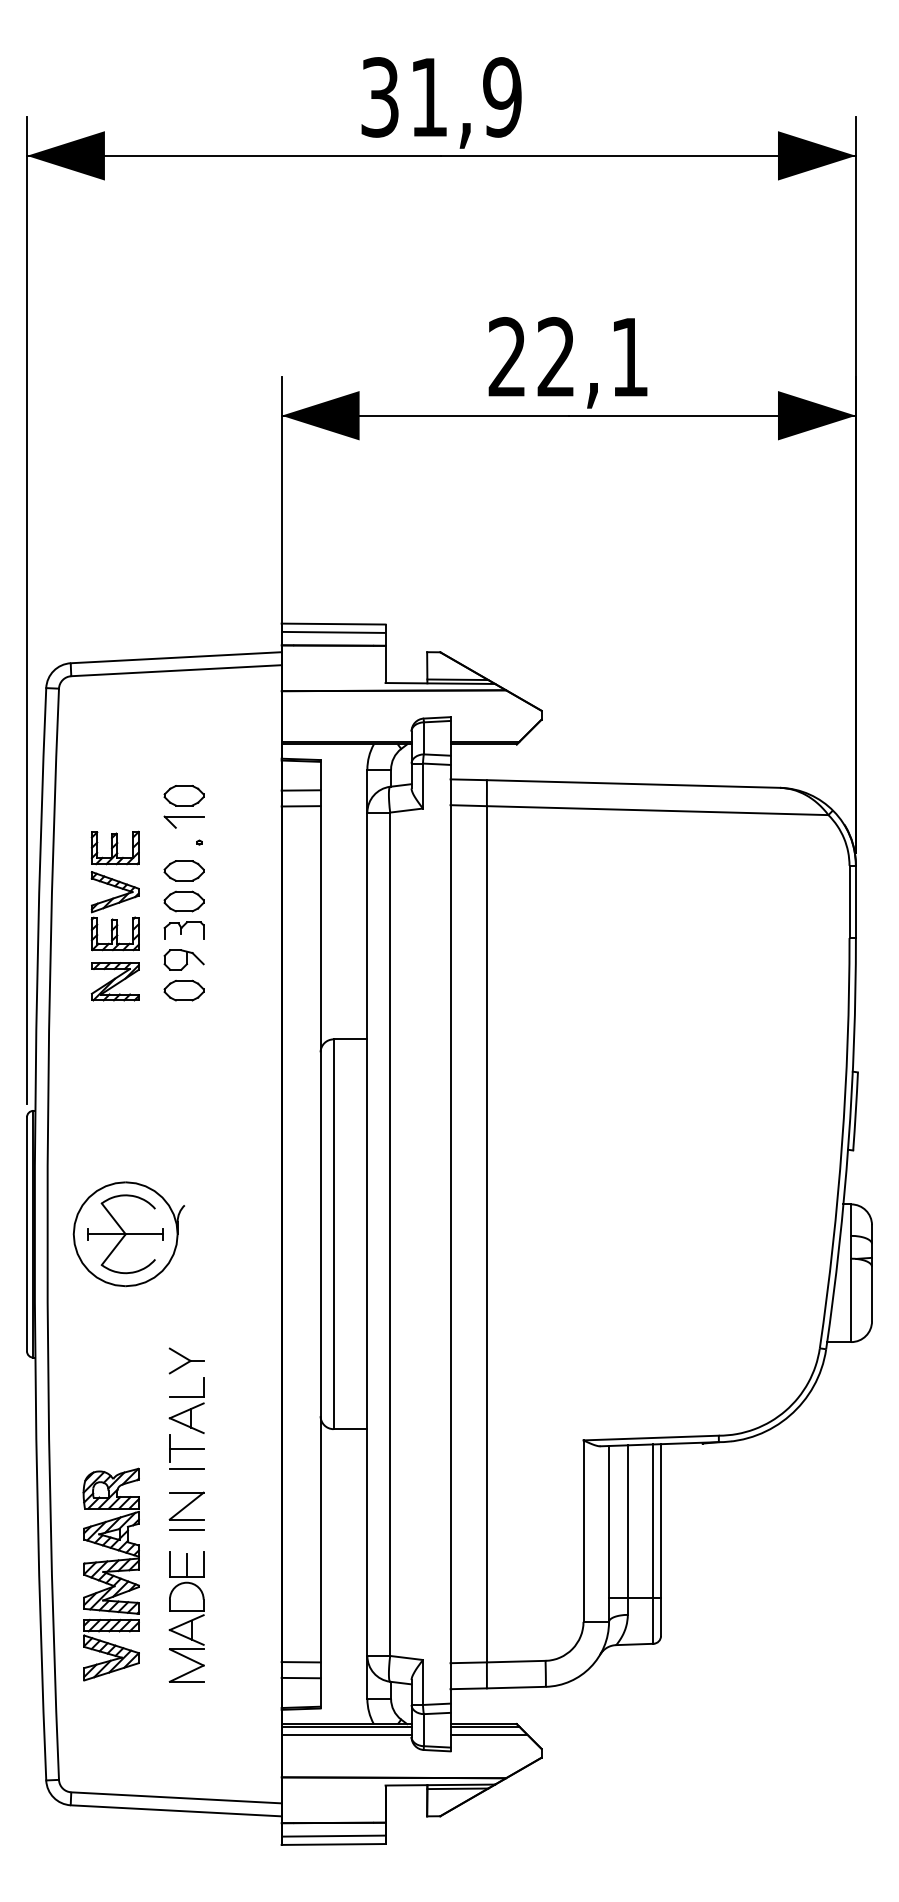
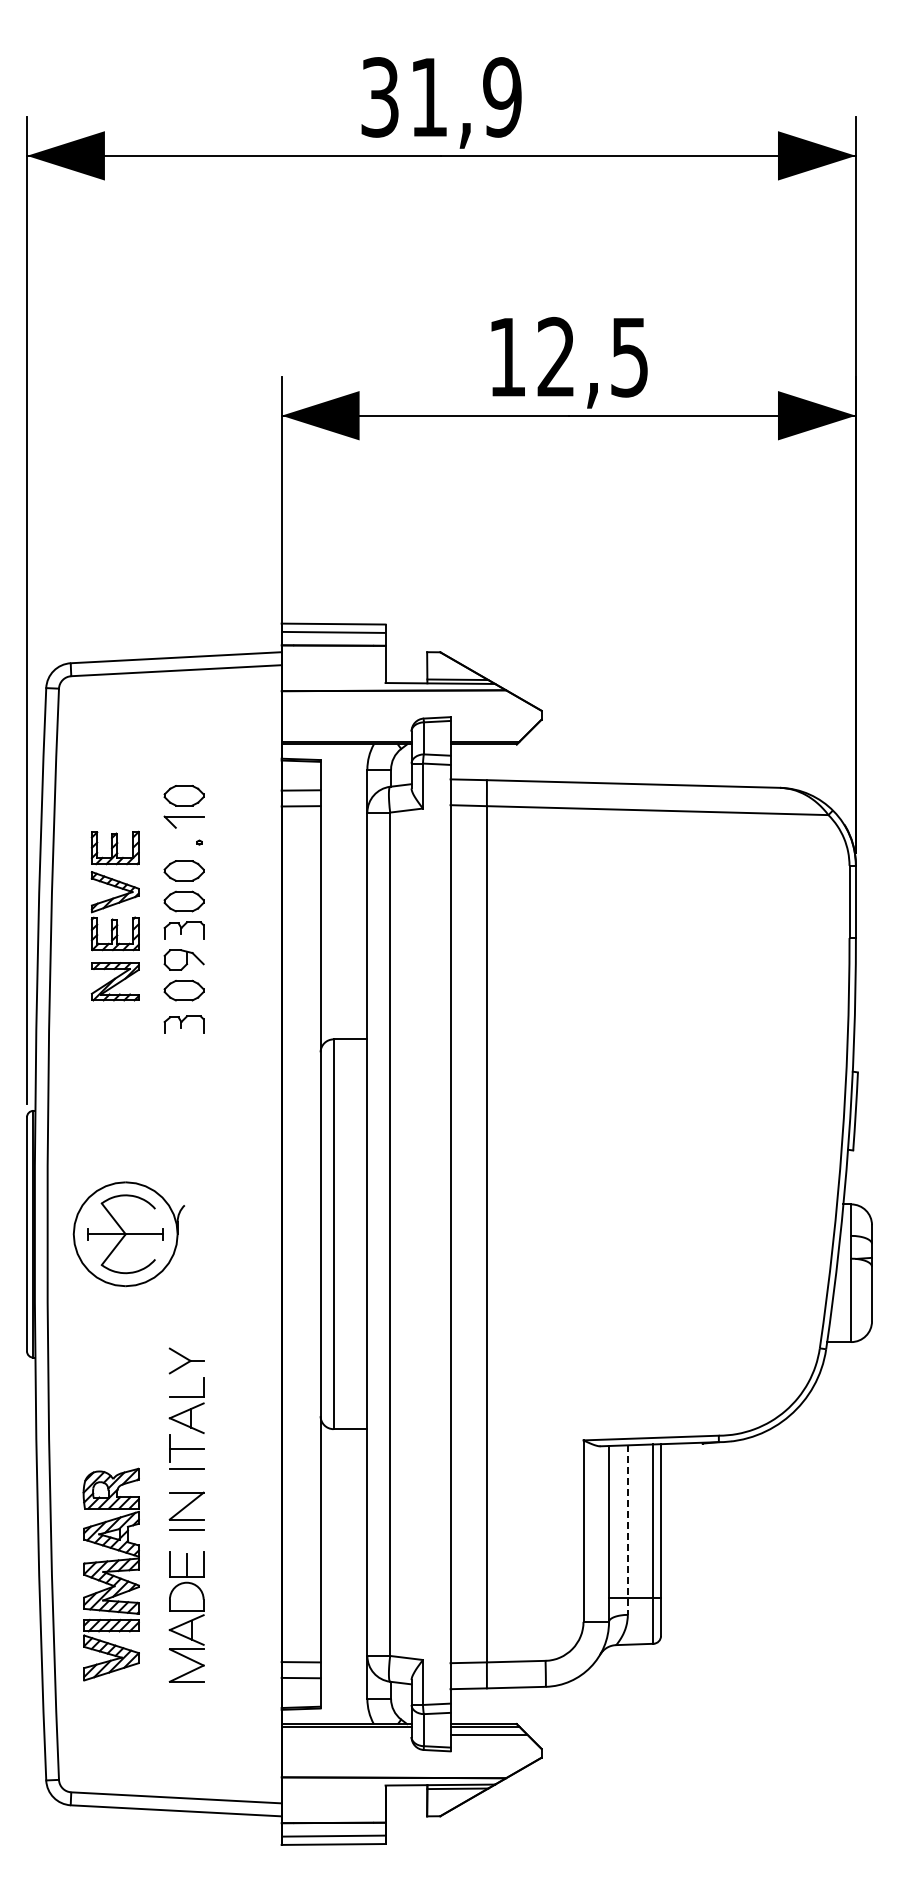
text at (567, 356): 22,1 -> 12,5
part at (183, 1024): none -> present
line at (627, 1530): solid -> dashed
line at (346, 1734): present -> none
